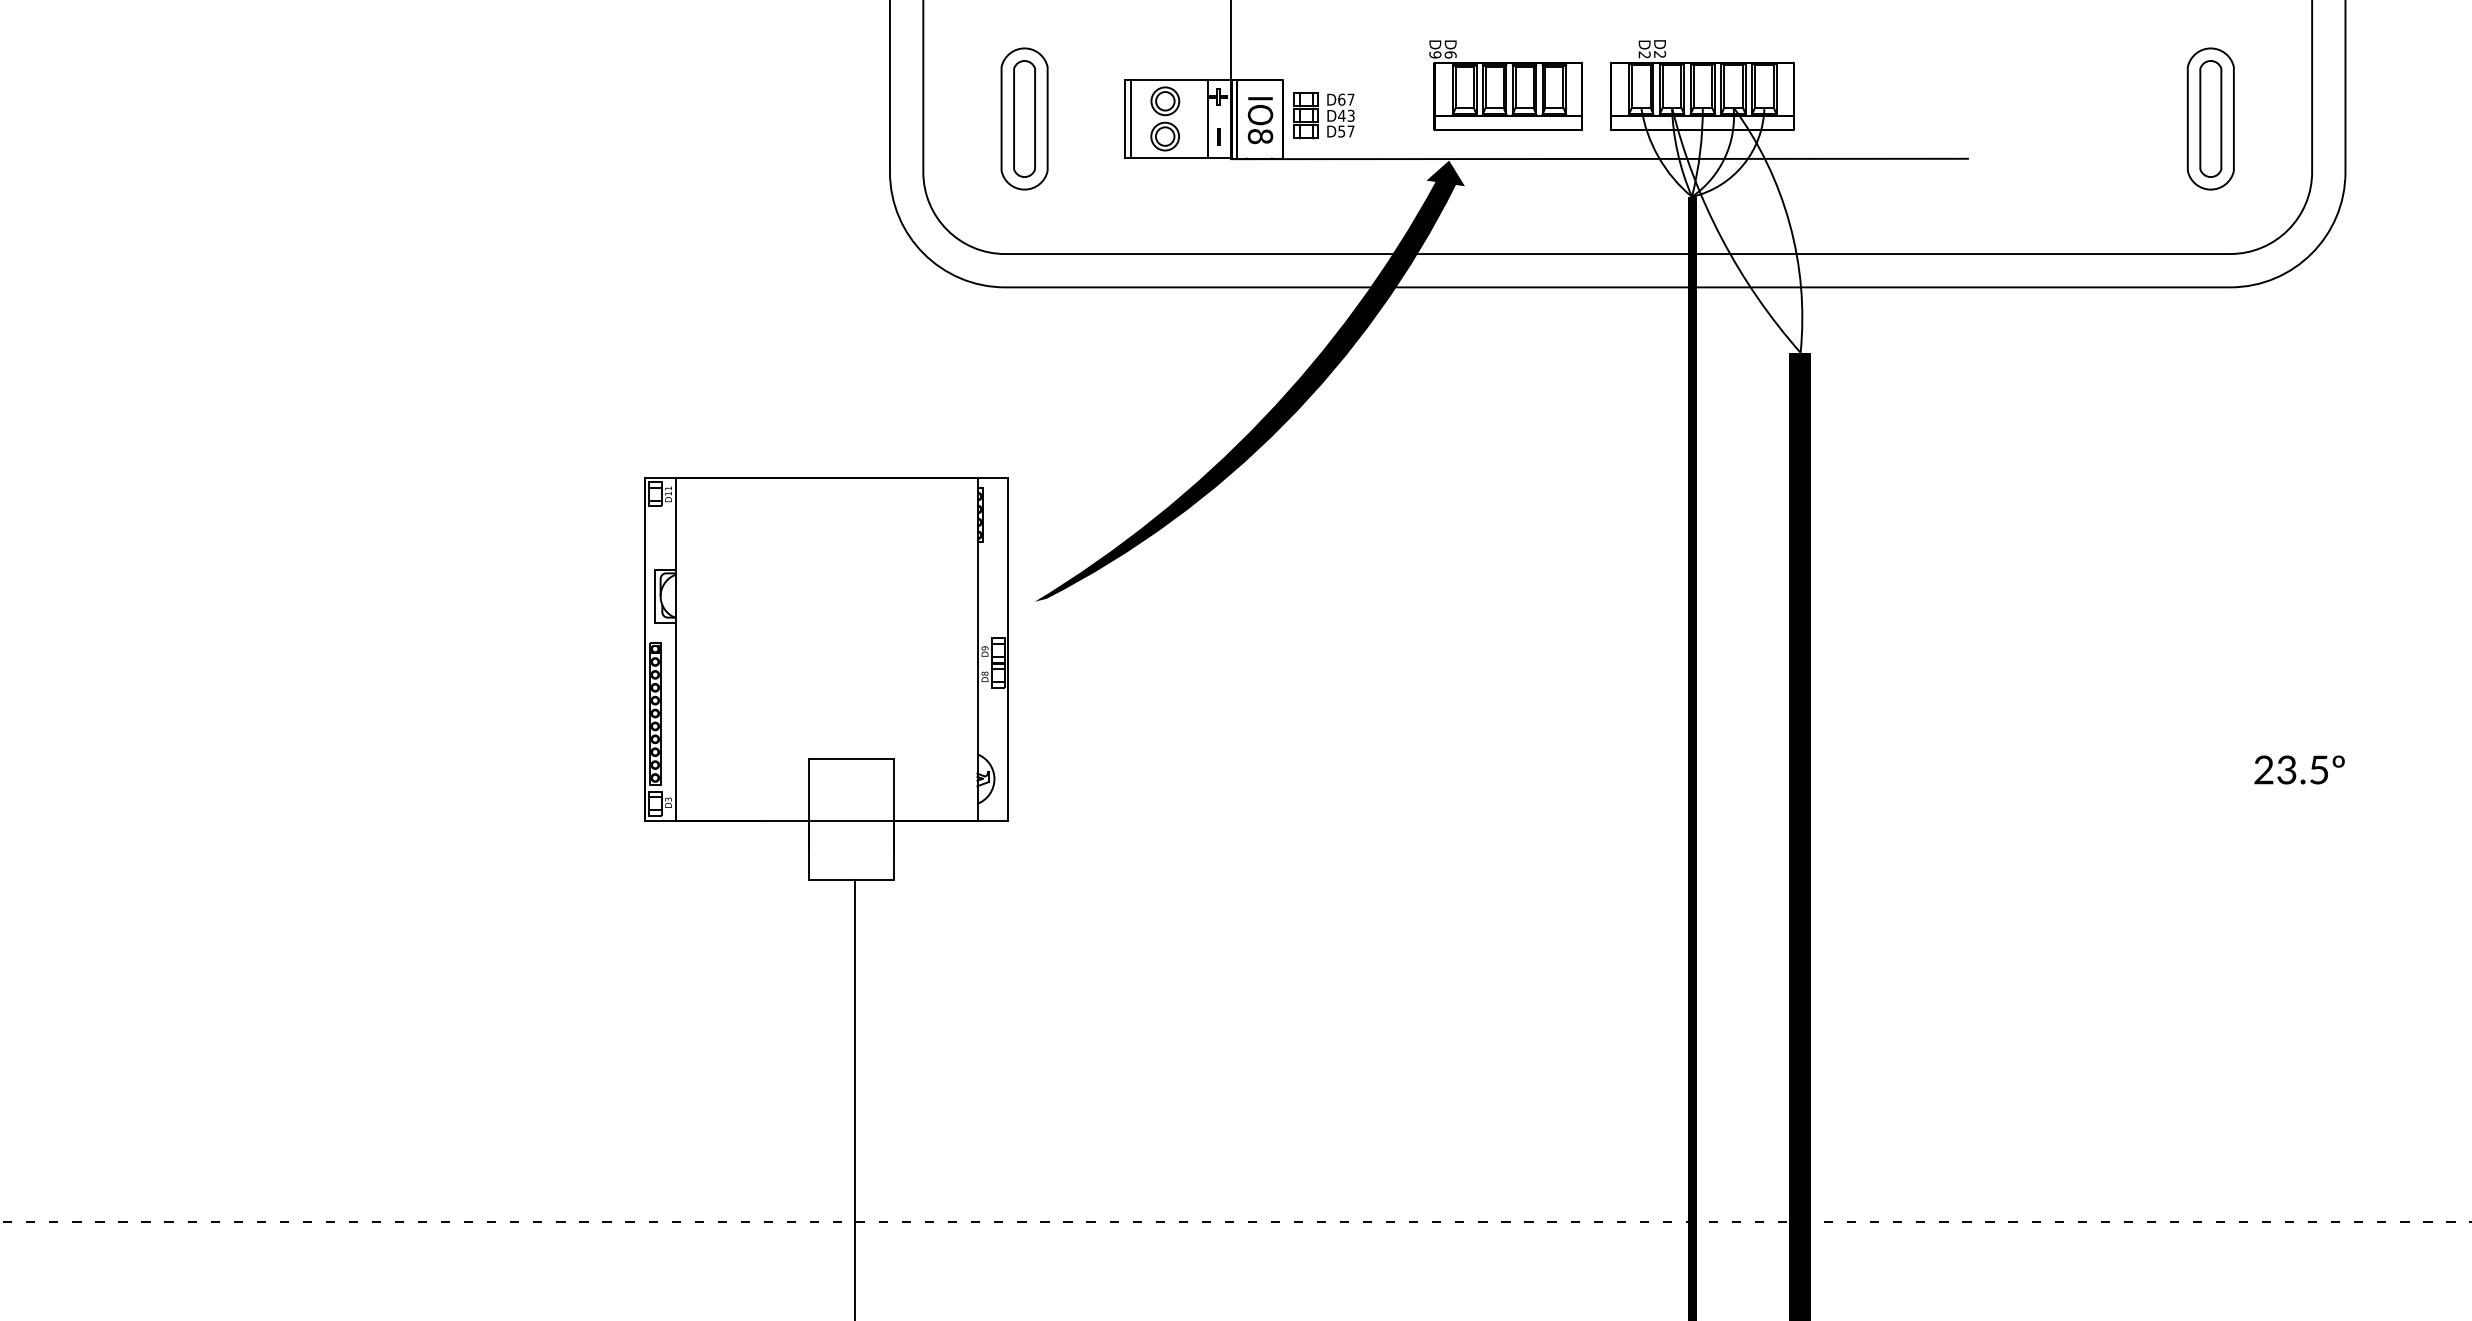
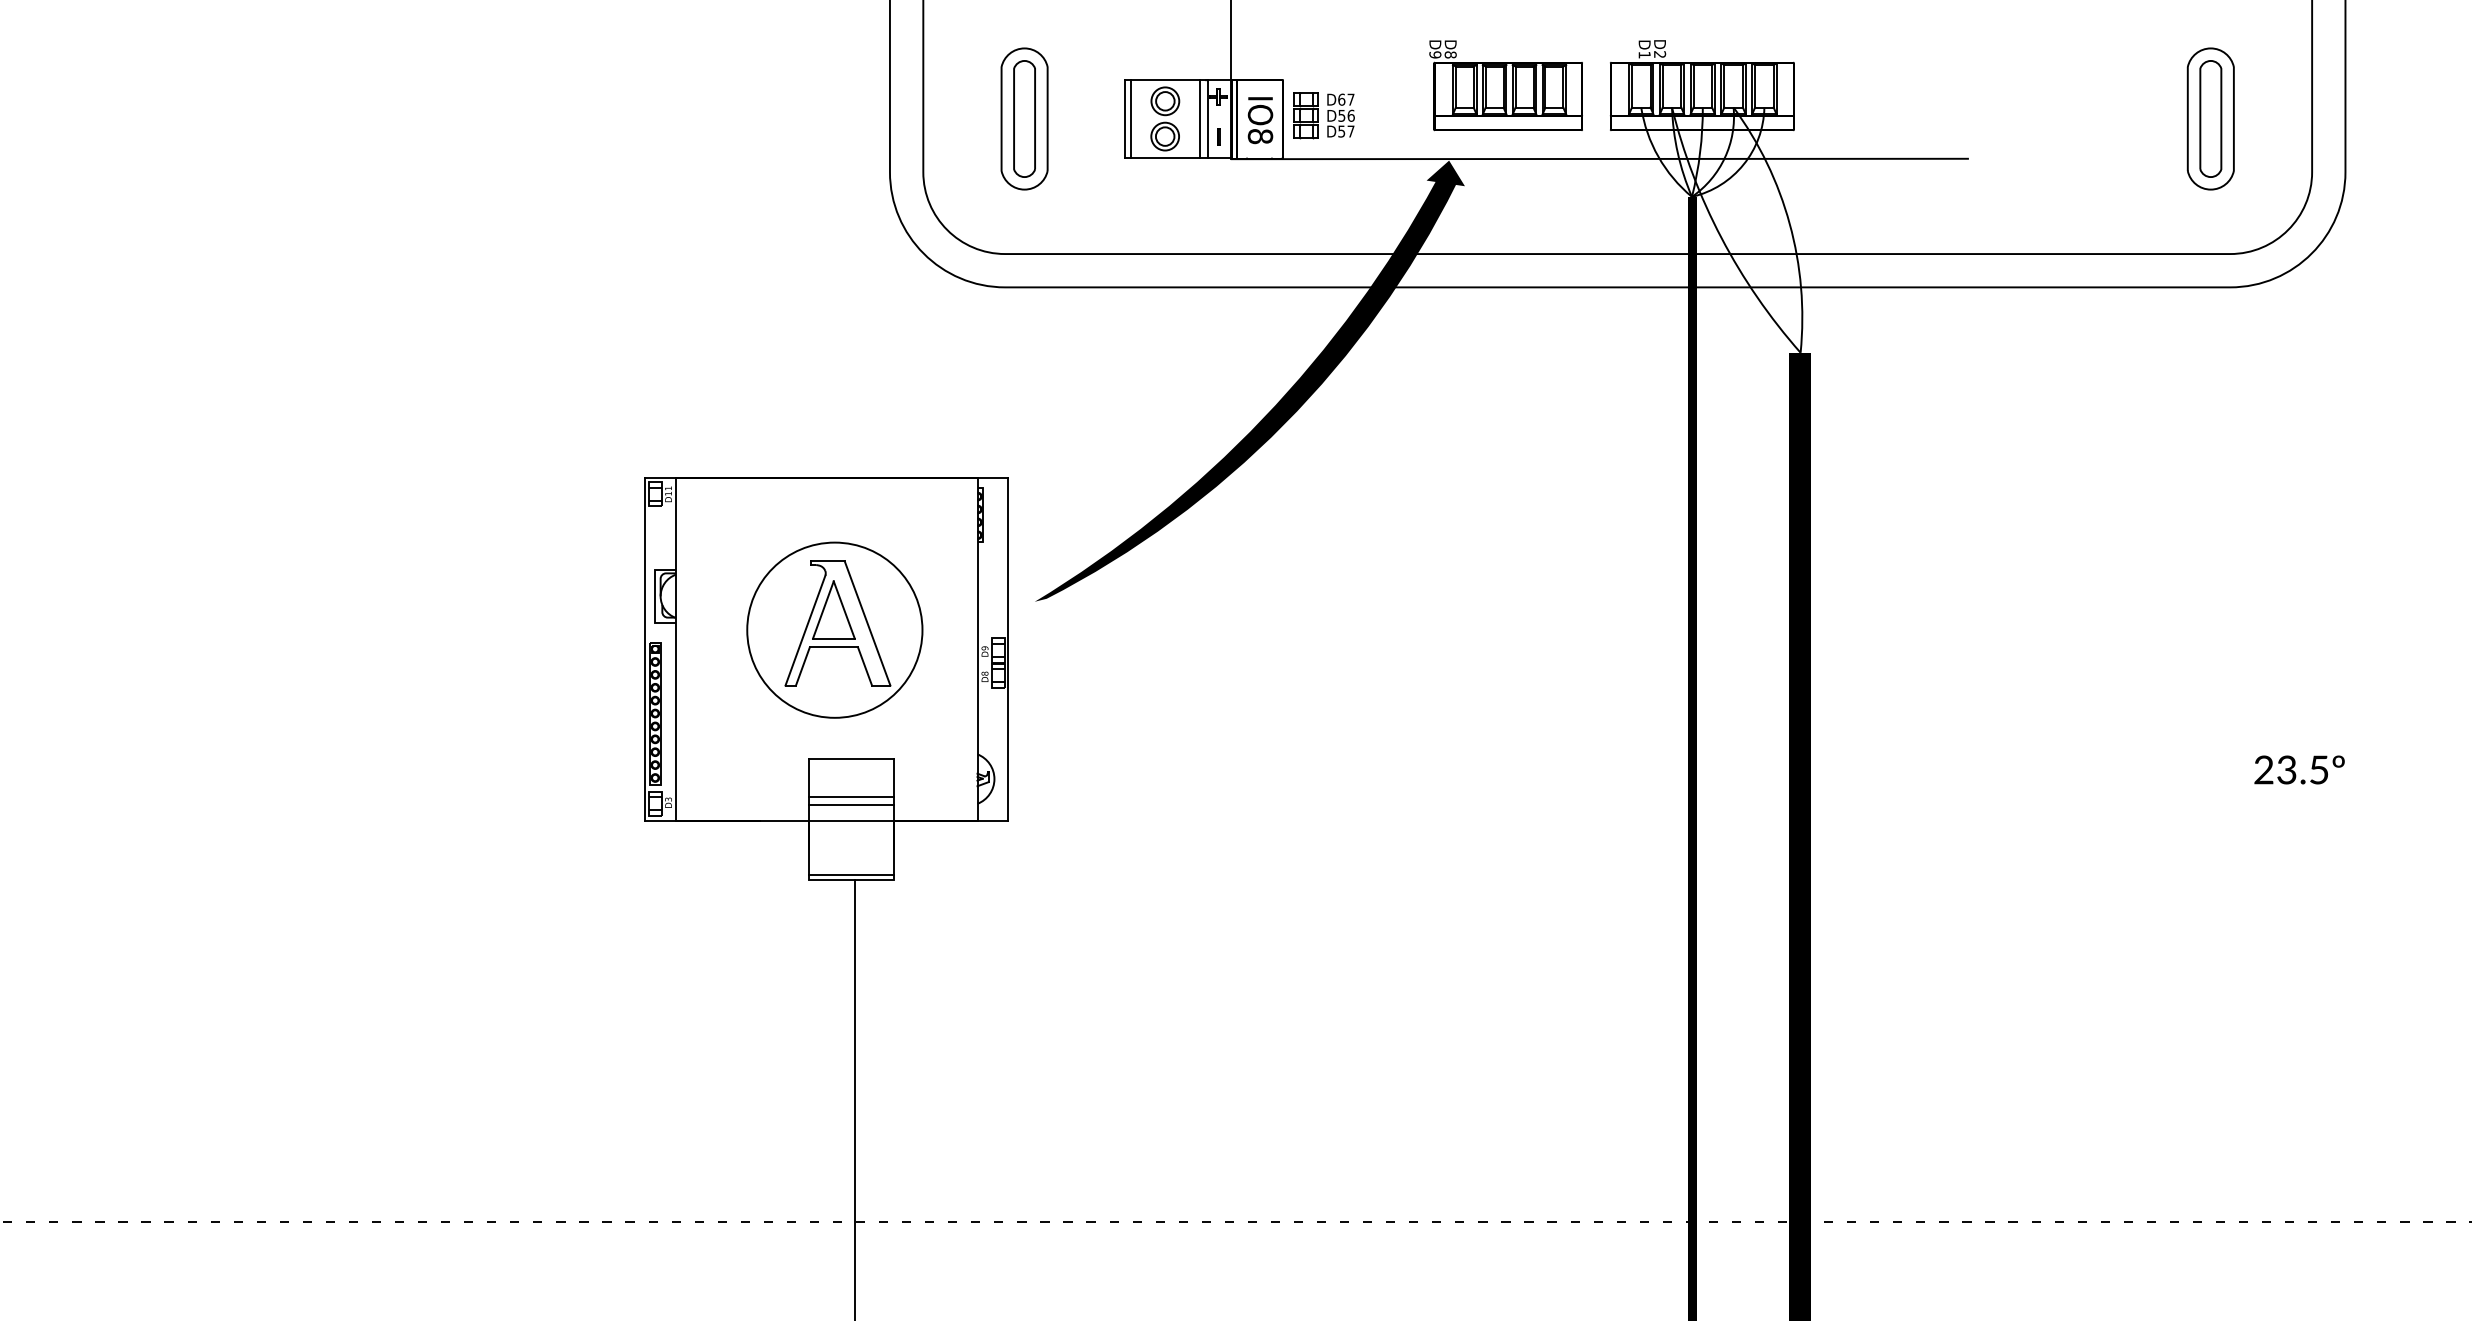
text at (1450, 54): D6 -> D8
text at (1644, 54): D2 -> D1
text at (1346, 115): D43 -> D56
line at (1199, 118): none -> present
part at (834, 629): none -> present
line at (851, 797): none -> present
line at (851, 805): none -> present
line at (851, 875): none -> present
